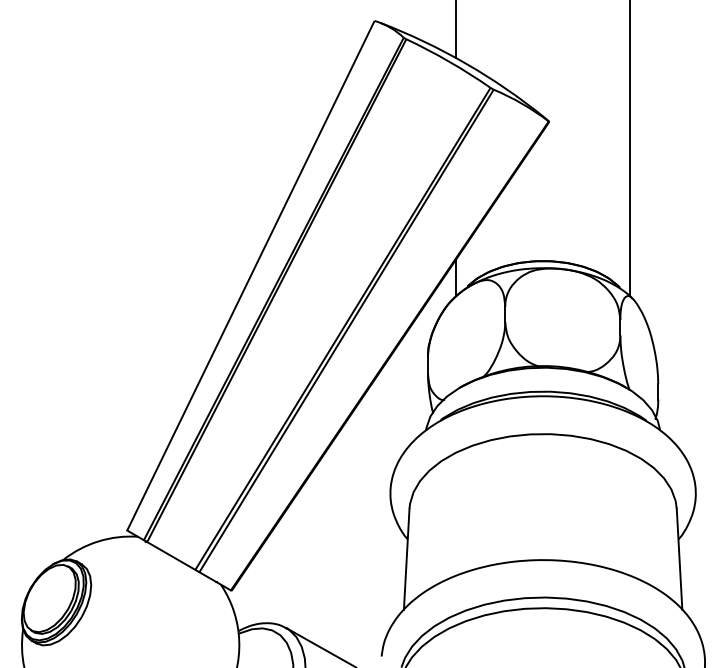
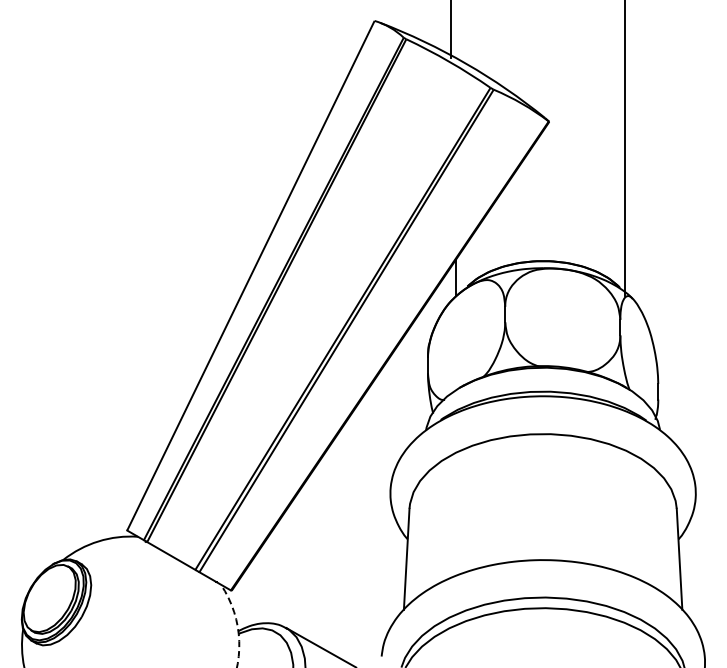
line at (456, 30) position: (456, 30) -> (451, 30)
line at (630, 149) position: (630, 149) -> (625, 149)
arc at (237, 624): solid -> dashed
